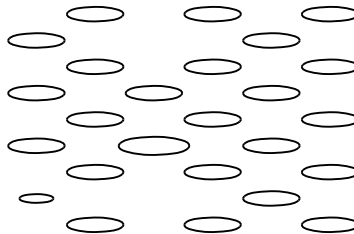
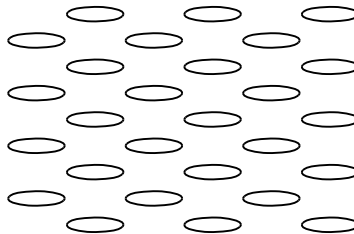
part at (153, 40): none -> present
part at (153, 145) size: 74x21 px -> 59x17 px
part at (36, 198) size: 37x11 px -> 59x17 px
part at (153, 198): none -> present
